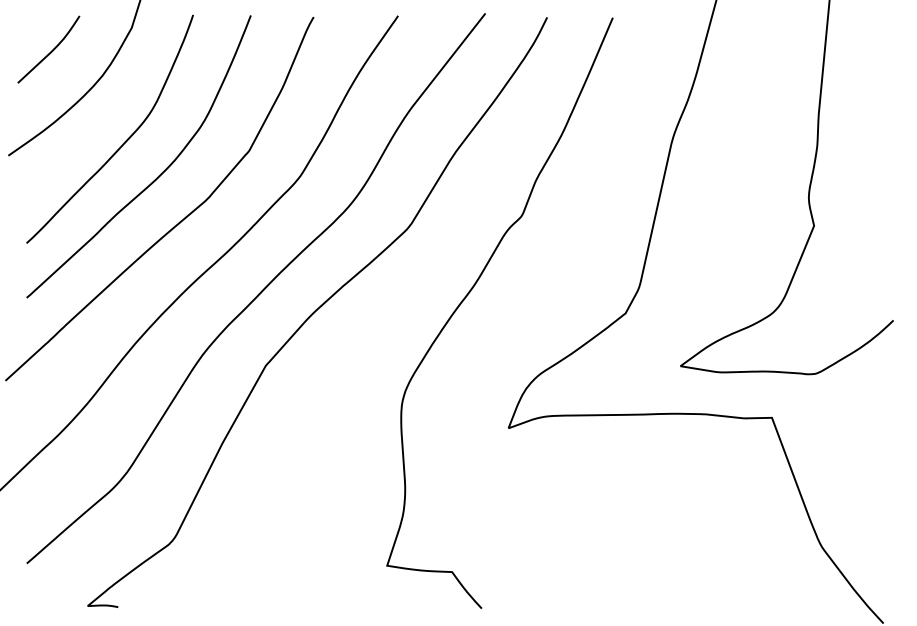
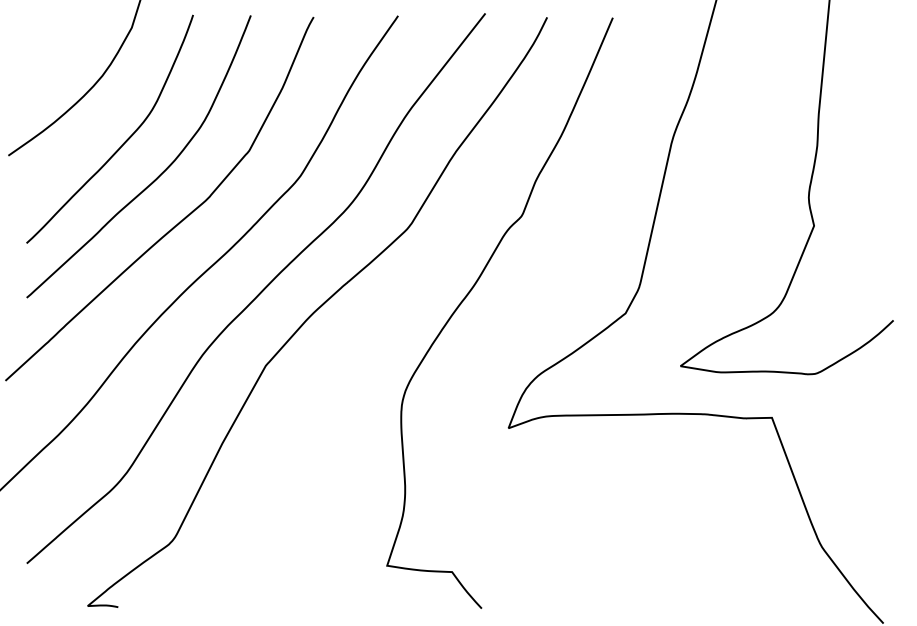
curve at (50, 51): present -> none
